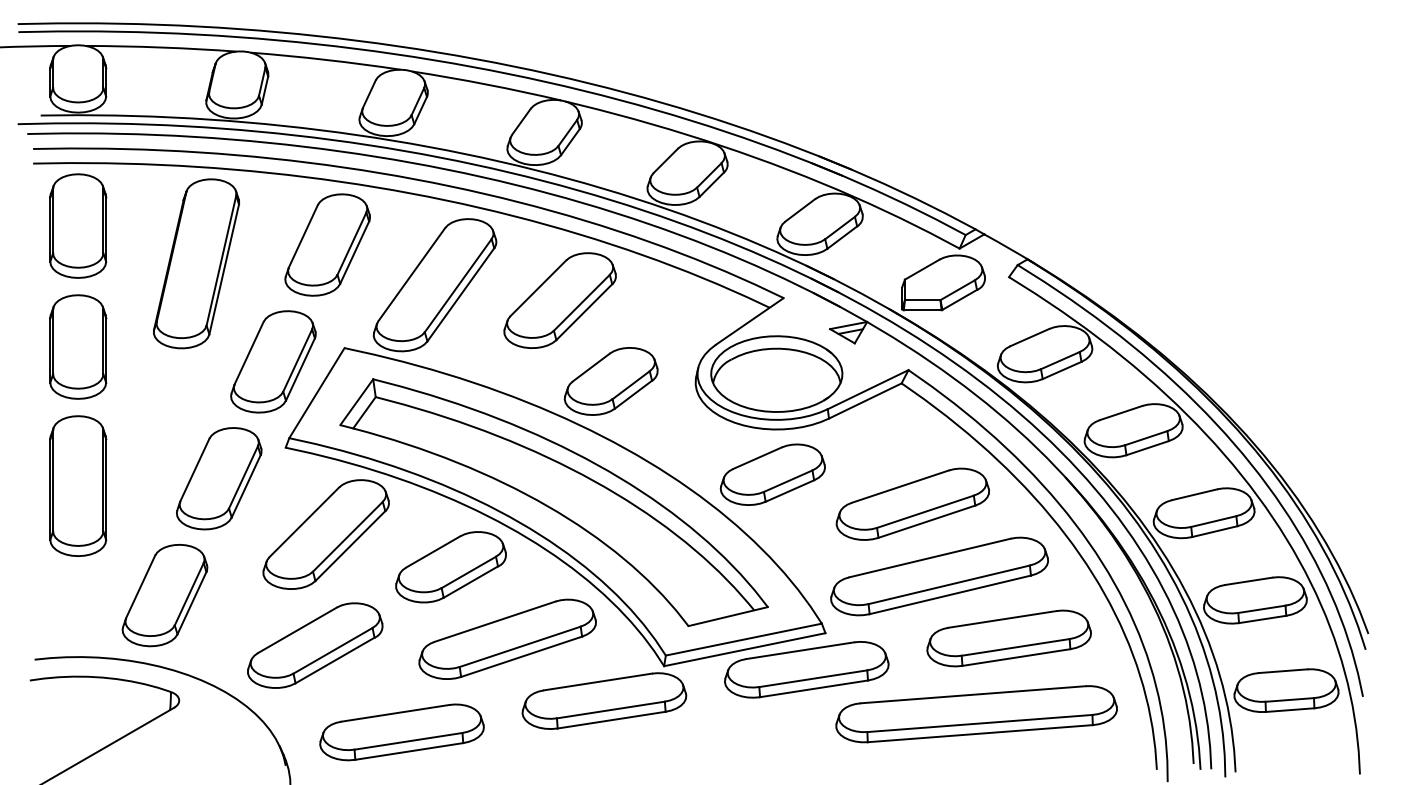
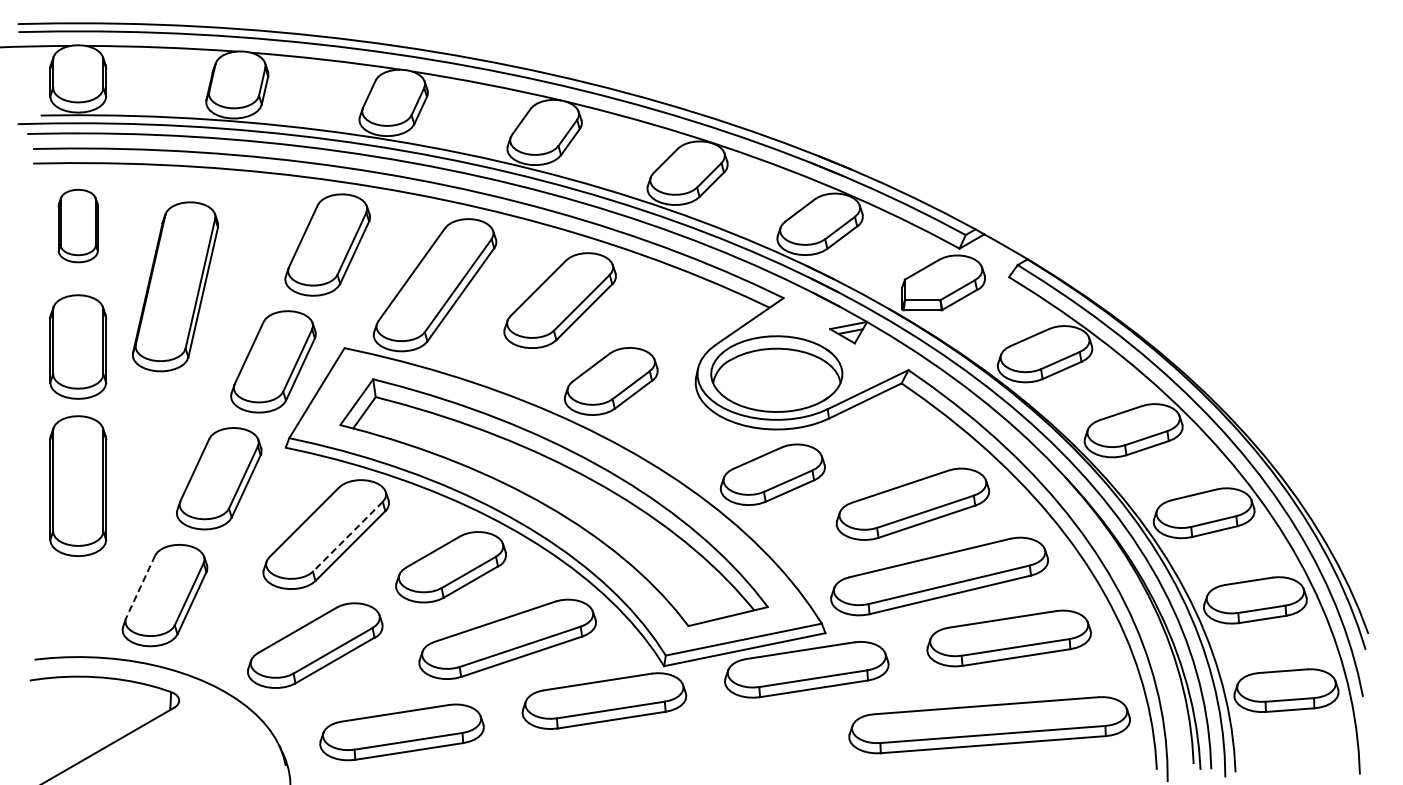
part at (78, 225) size: 59x106 px -> 42x76 px
part at (196, 263) position: (196, 263) -> (175, 286)
line at (347, 537): solid -> dashed
line at (140, 587): solid -> dashed
part at (976, 714) position: (976, 714) -> (989, 725)
